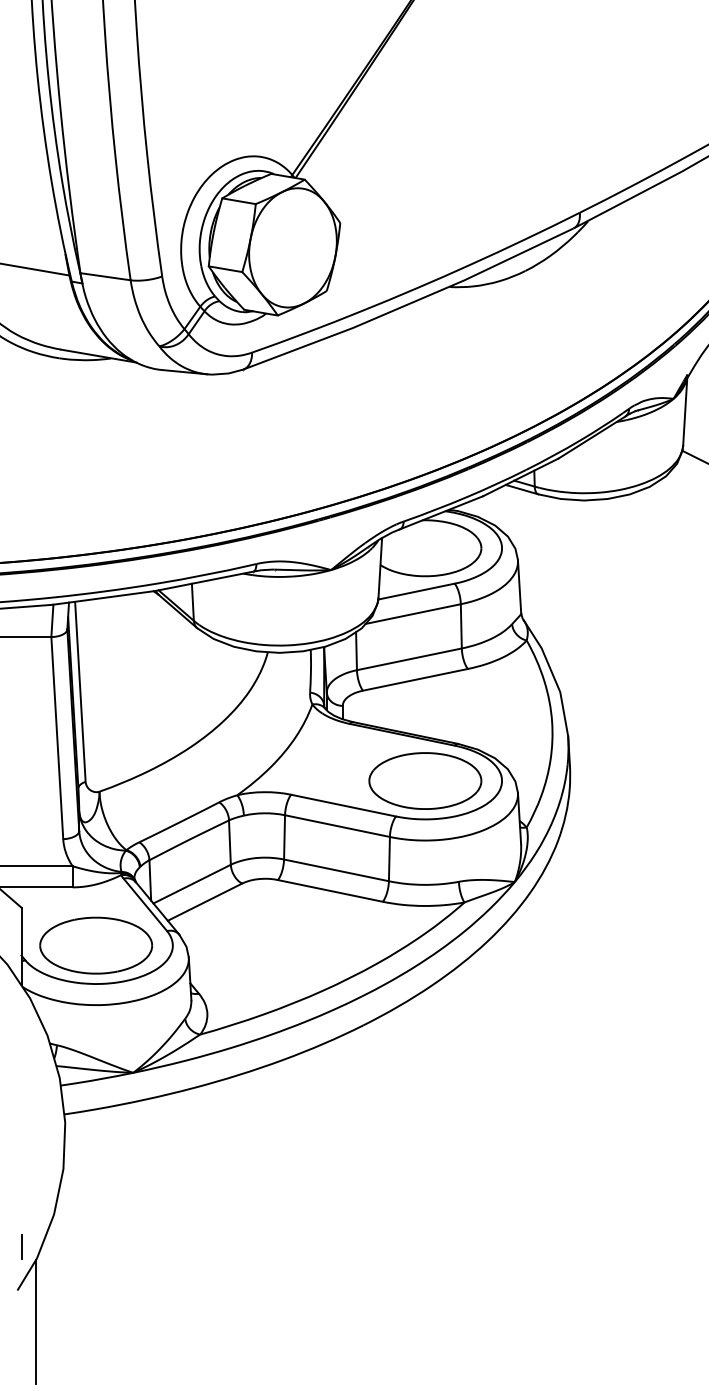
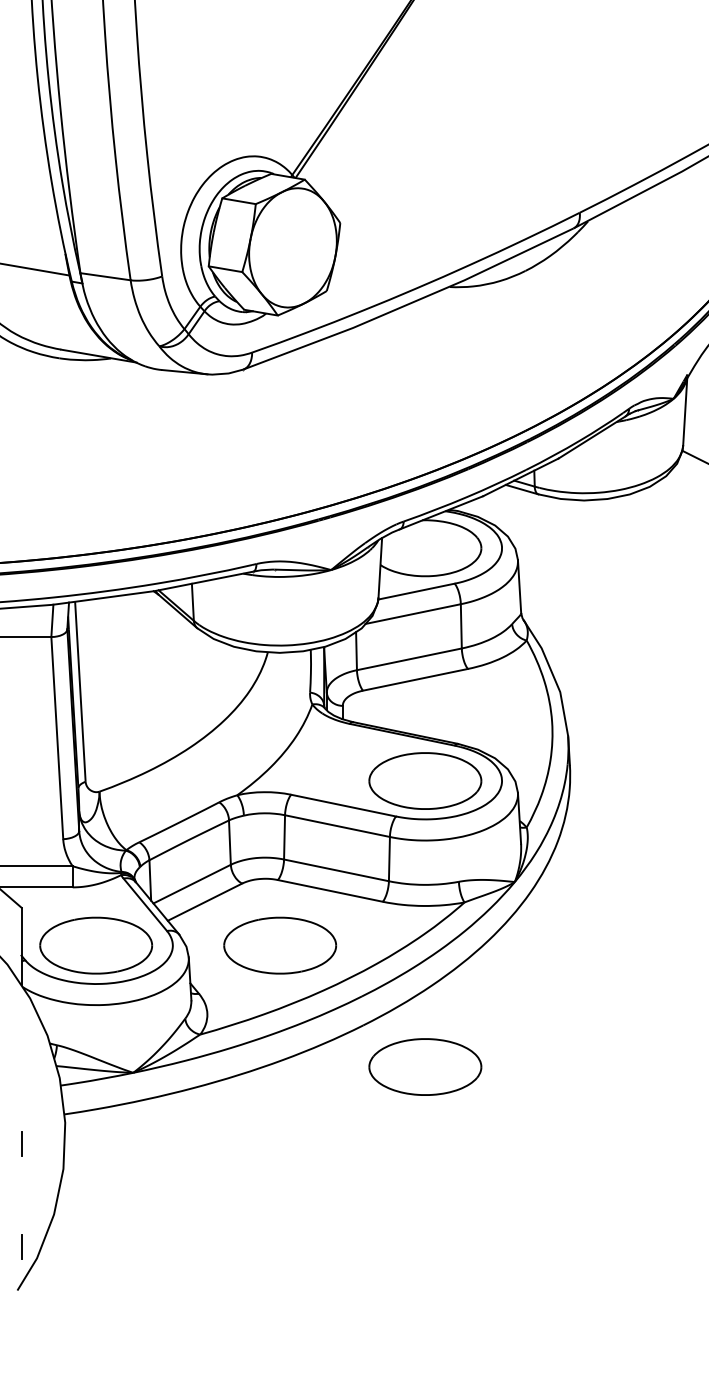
part at (280, 945): none -> present
part at (425, 1066): none -> present
line at (21, 1143): none -> present
line at (36, 1322): present -> none
